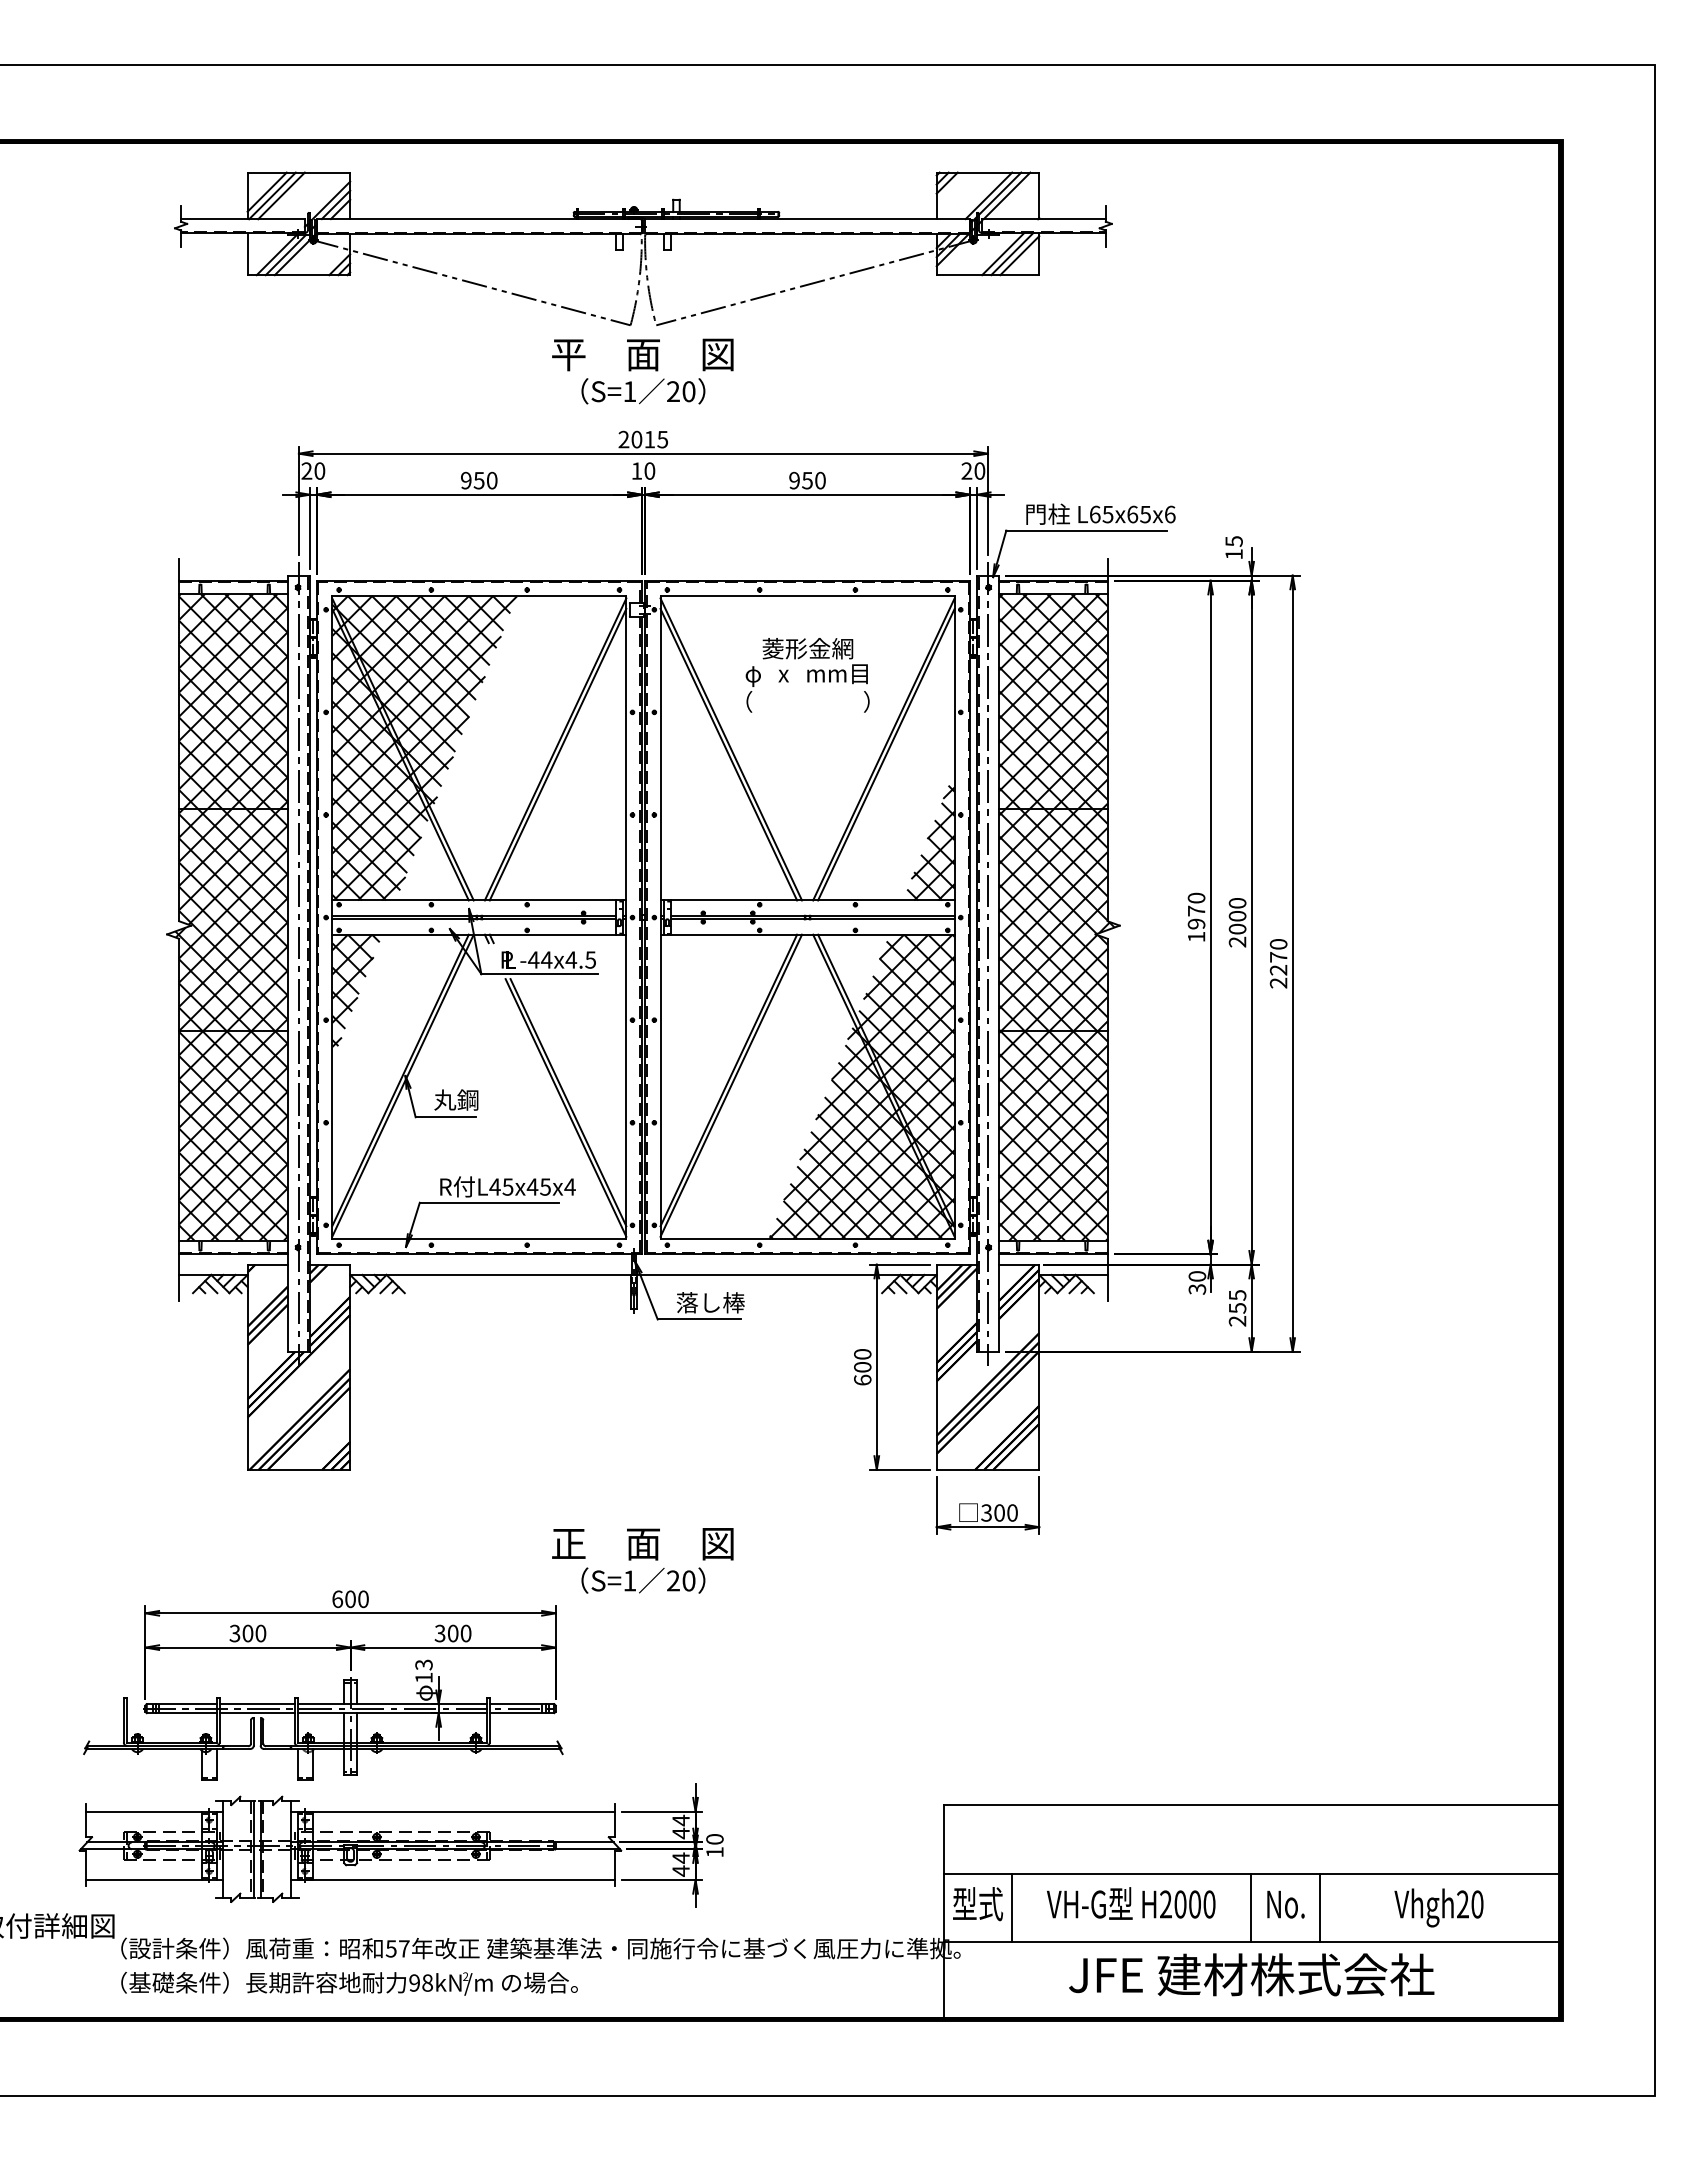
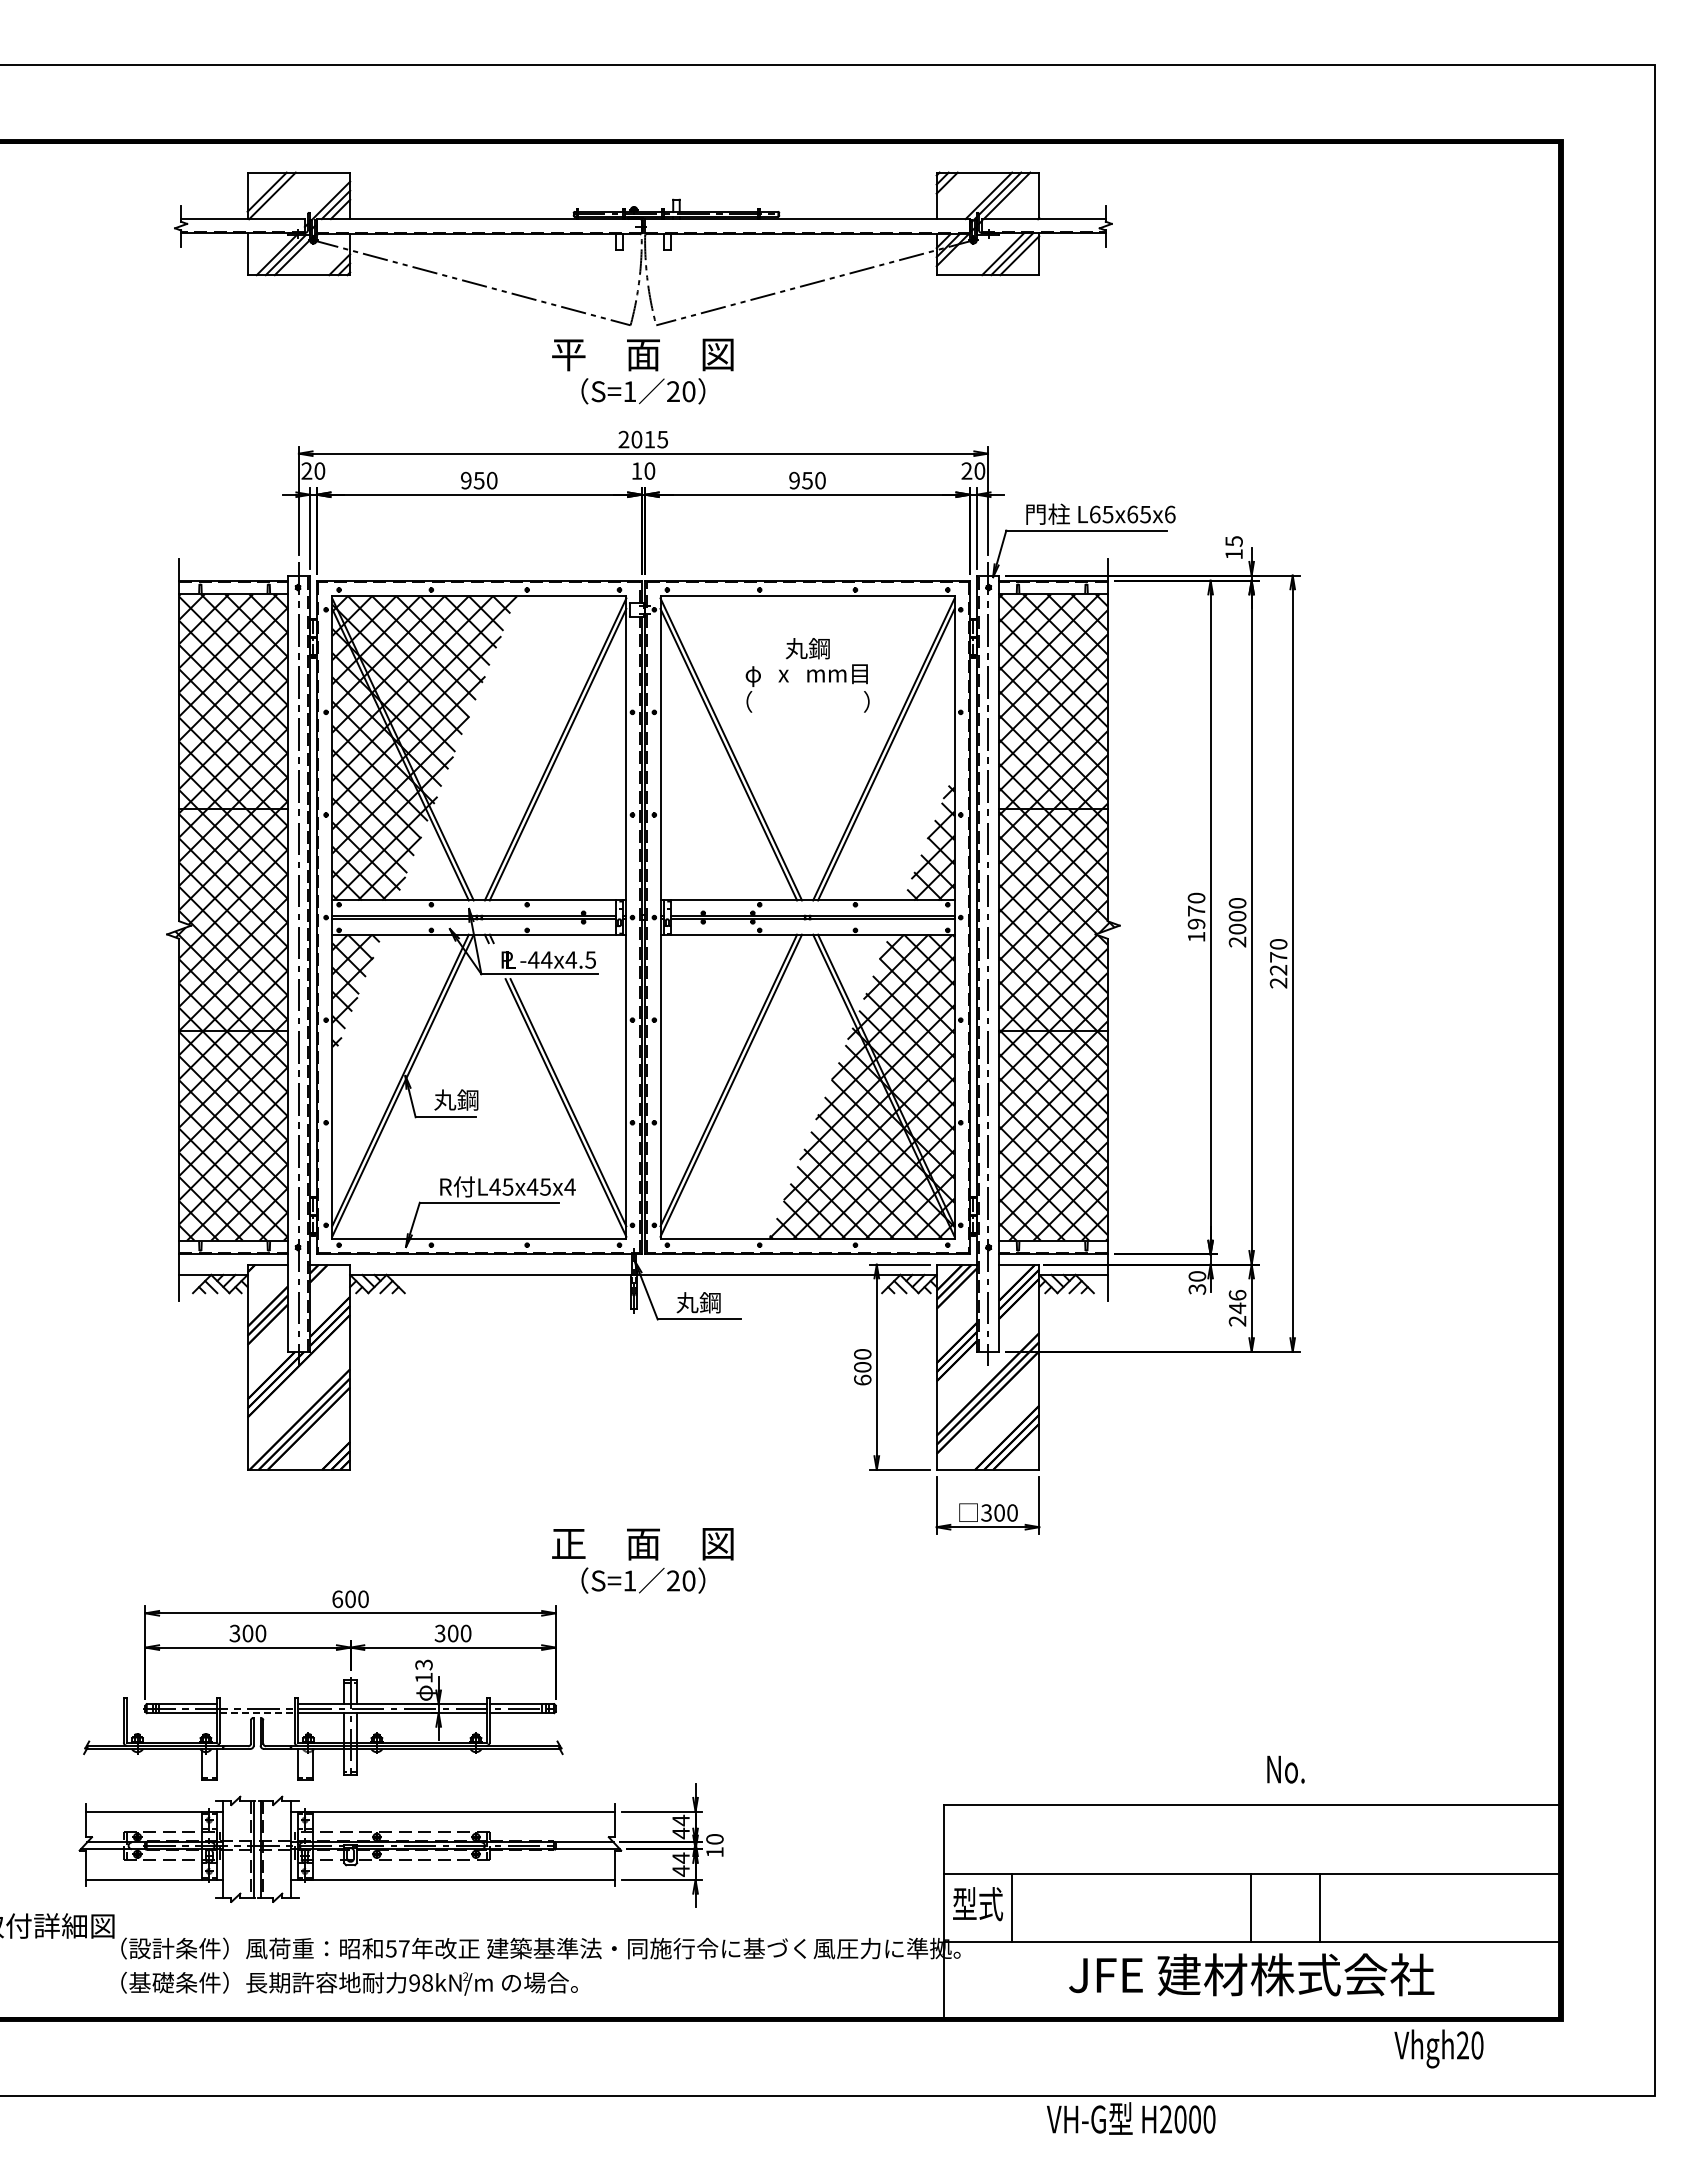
line at (281, 195): present -> none
text at (807, 648): 菱形金網 -> 丸鋼
text at (1237, 1301): 255 -> 246
text at (710, 1302): 落し棒 -> 丸鋼
line at (256, 1704): present -> none
line at (257, 1713): solid -> dashed
text at (1131, 1903) position: (1131, 1903) -> (1131, 2118)
text at (1285, 1904) position: (1285, 1904) -> (1285, 1769)
text at (1438, 1907) position: (1438, 1907) -> (1438, 2048)
